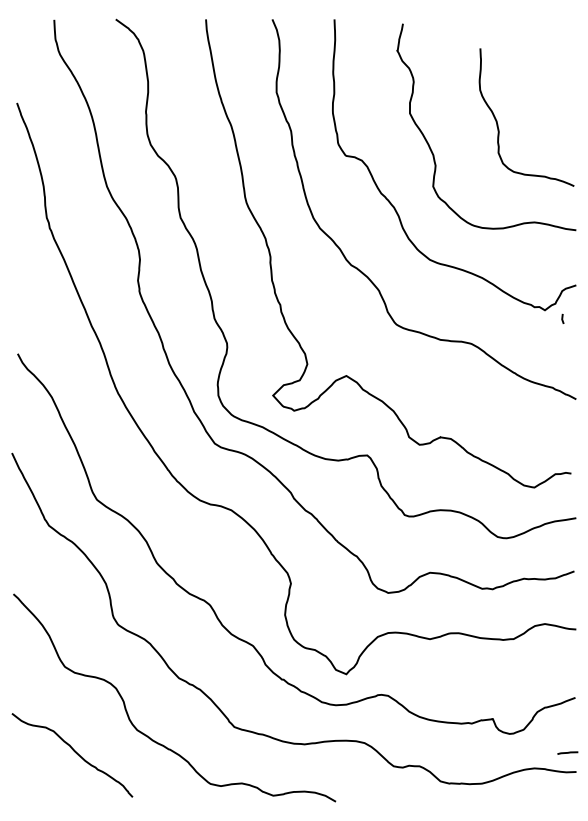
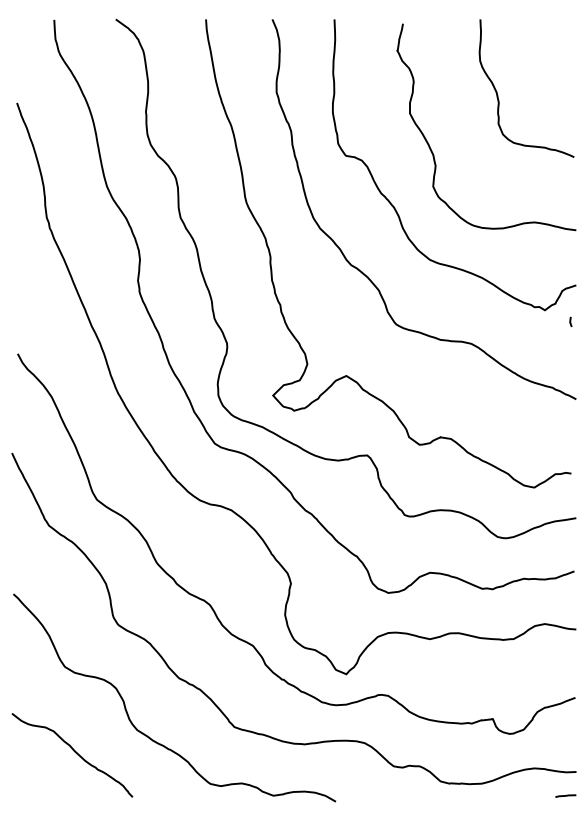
curve at (498, 124) position: (498, 124) -> (498, 95)
line at (562, 318) position: (562, 318) -> (570, 321)
line at (567, 752) position: (567, 752) -> (565, 795)
